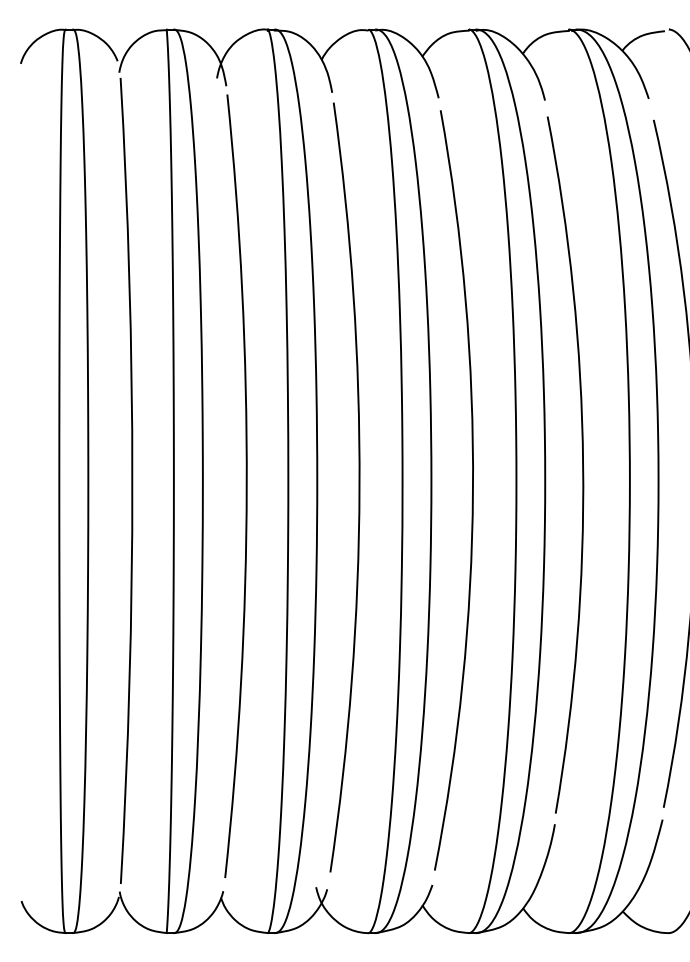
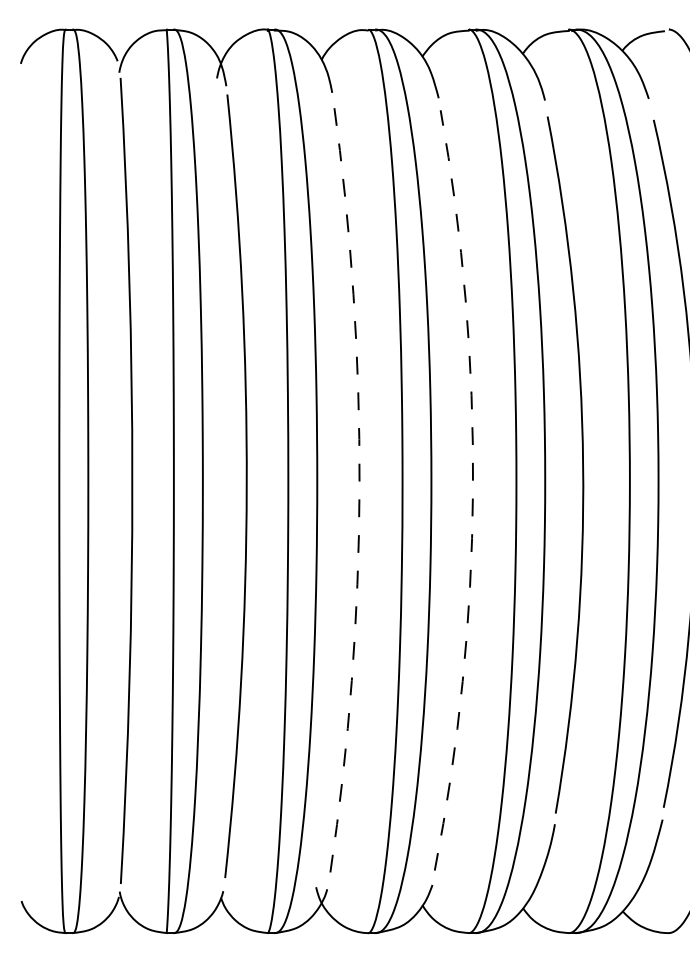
arc at (359, 487): solid -> dashed
arc at (473, 490): solid -> dashed
